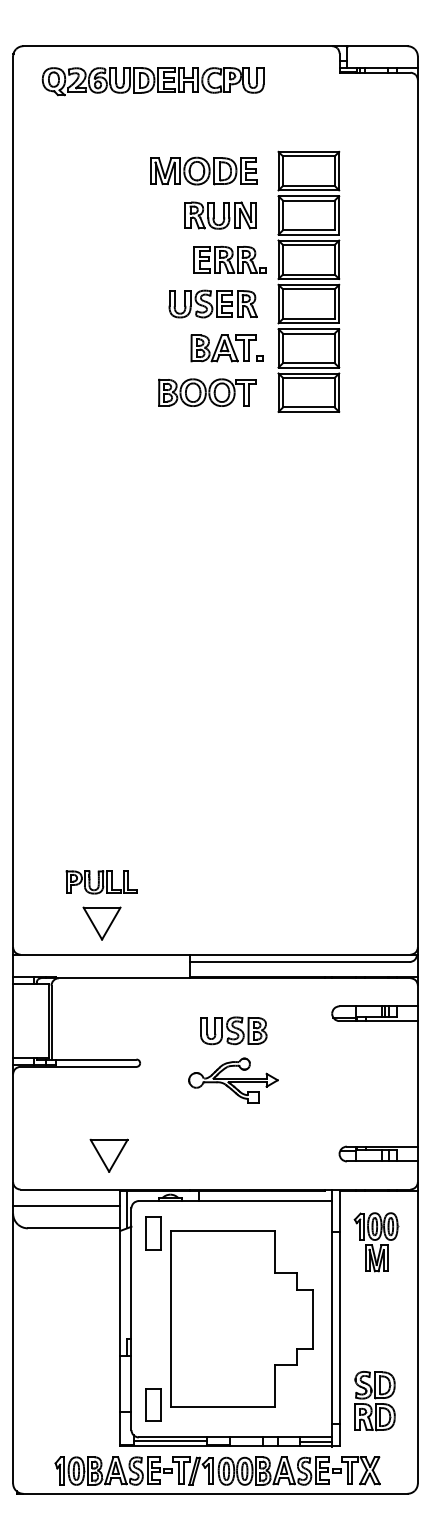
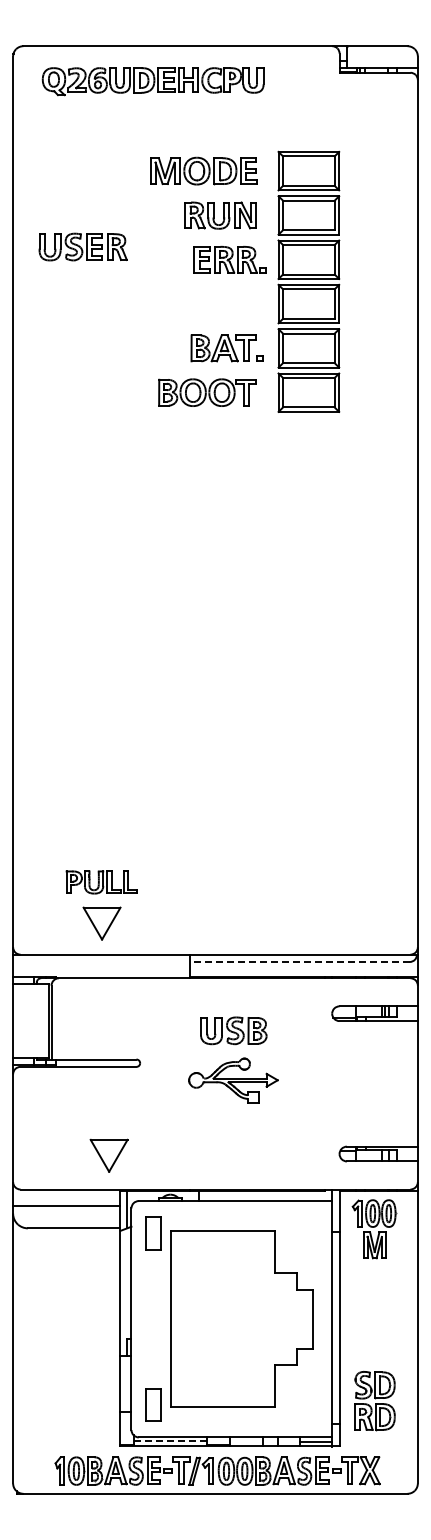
part at (212, 303) position: (212, 303) -> (82, 246)
line at (300, 962): solid -> dashed
part at (376, 1242) position: (376, 1242) -> (374, 1229)
line at (170, 1441): solid -> dashed
